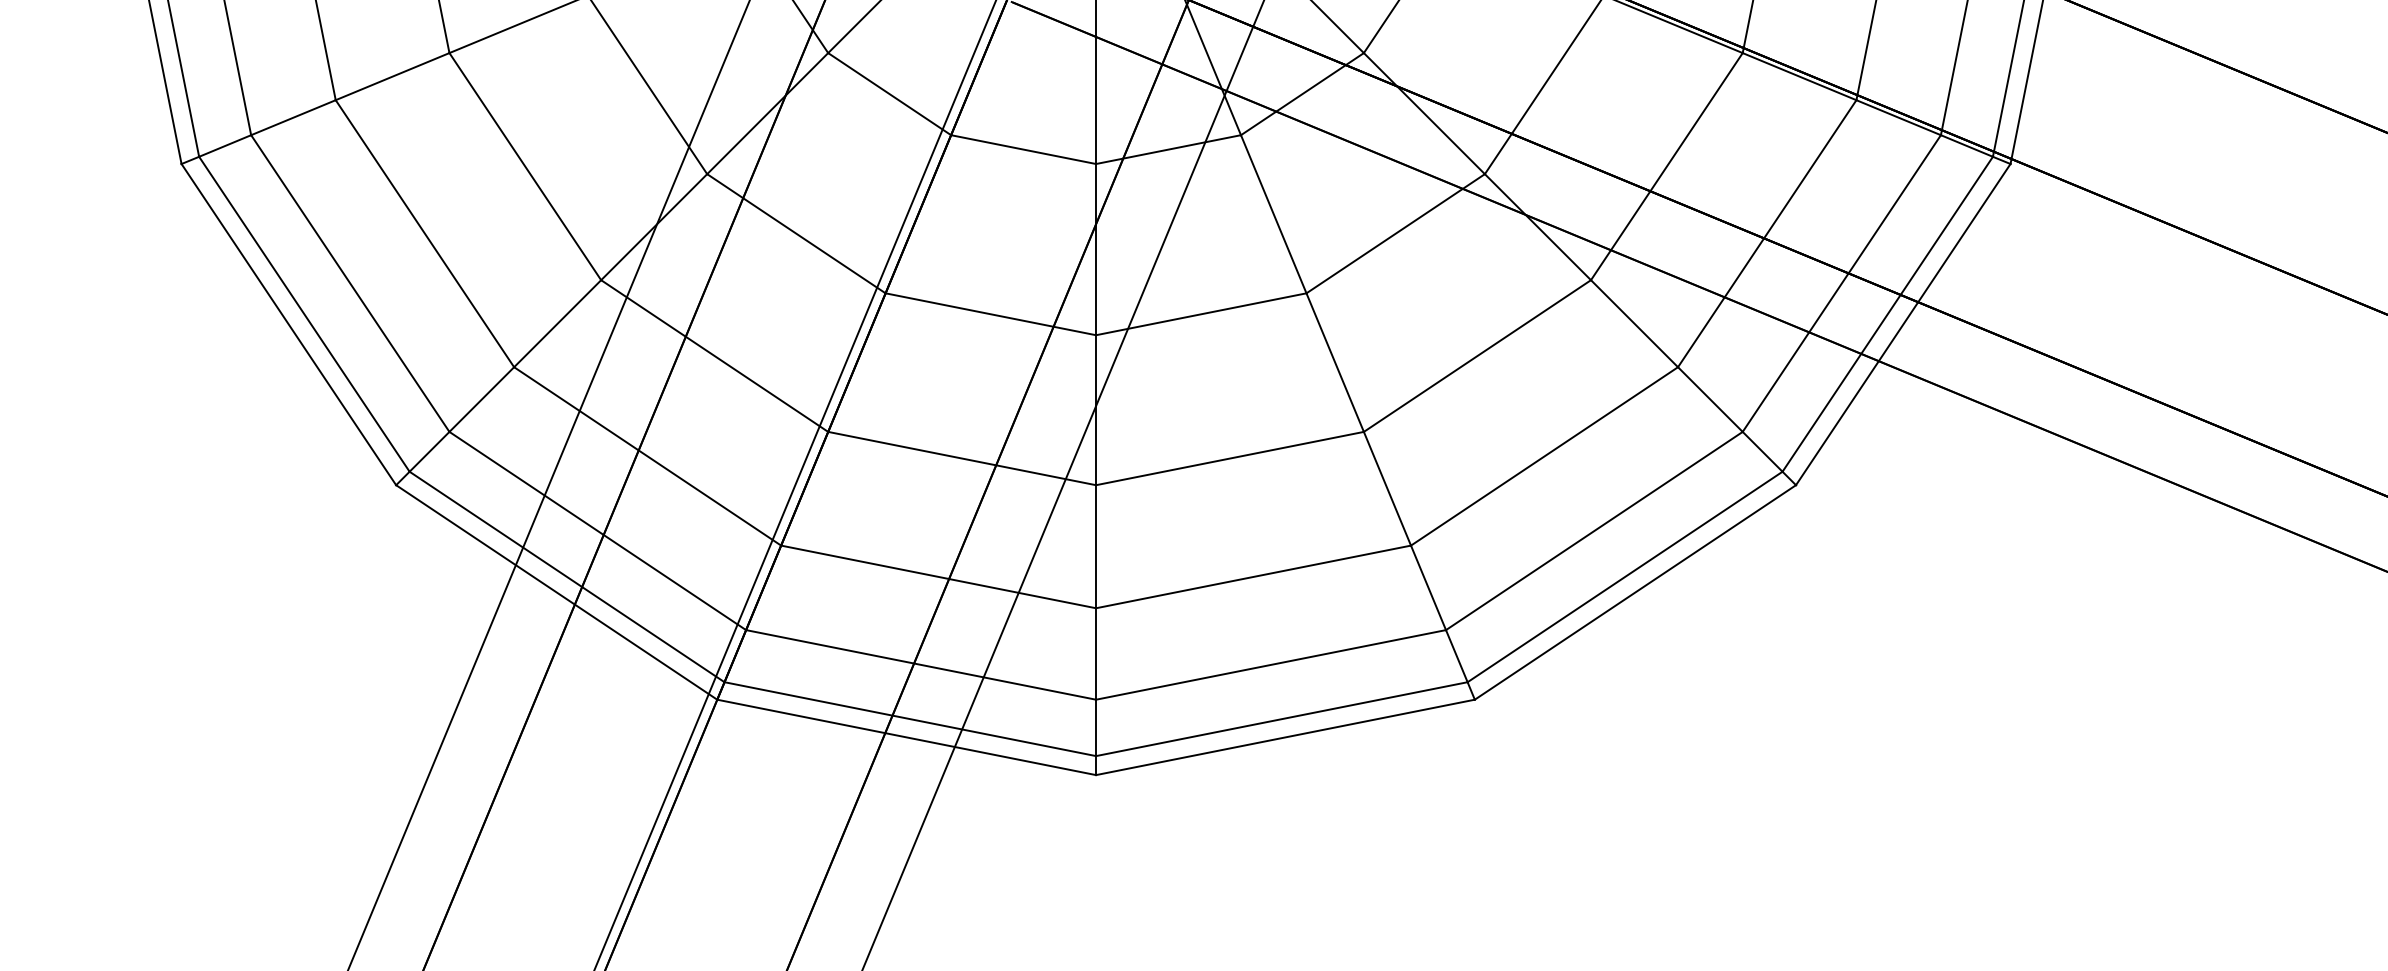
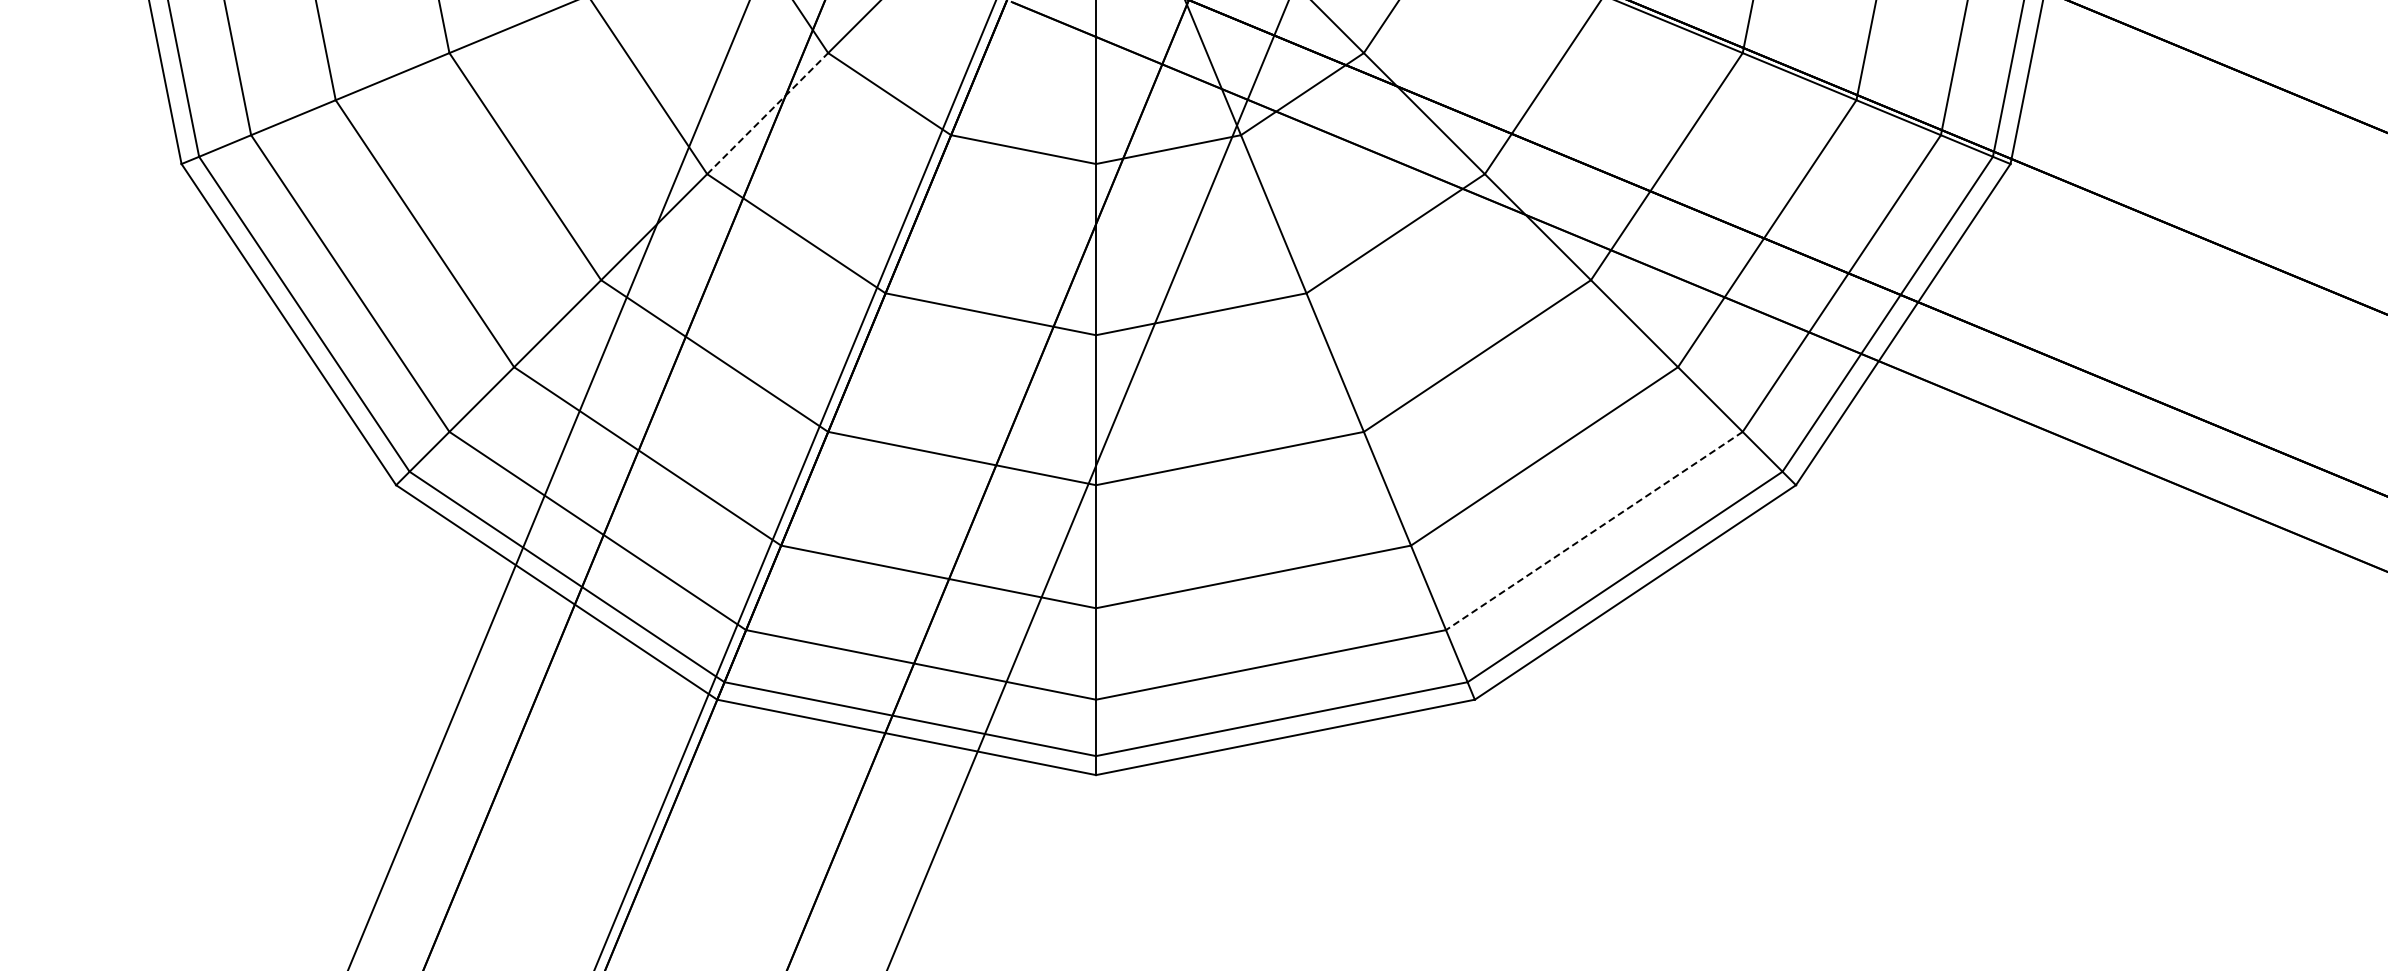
line at (767, 113): solid -> dashed
line at (1063, 484) position: (1063, 484) -> (1087, 484)
line at (1593, 531): solid -> dashed
